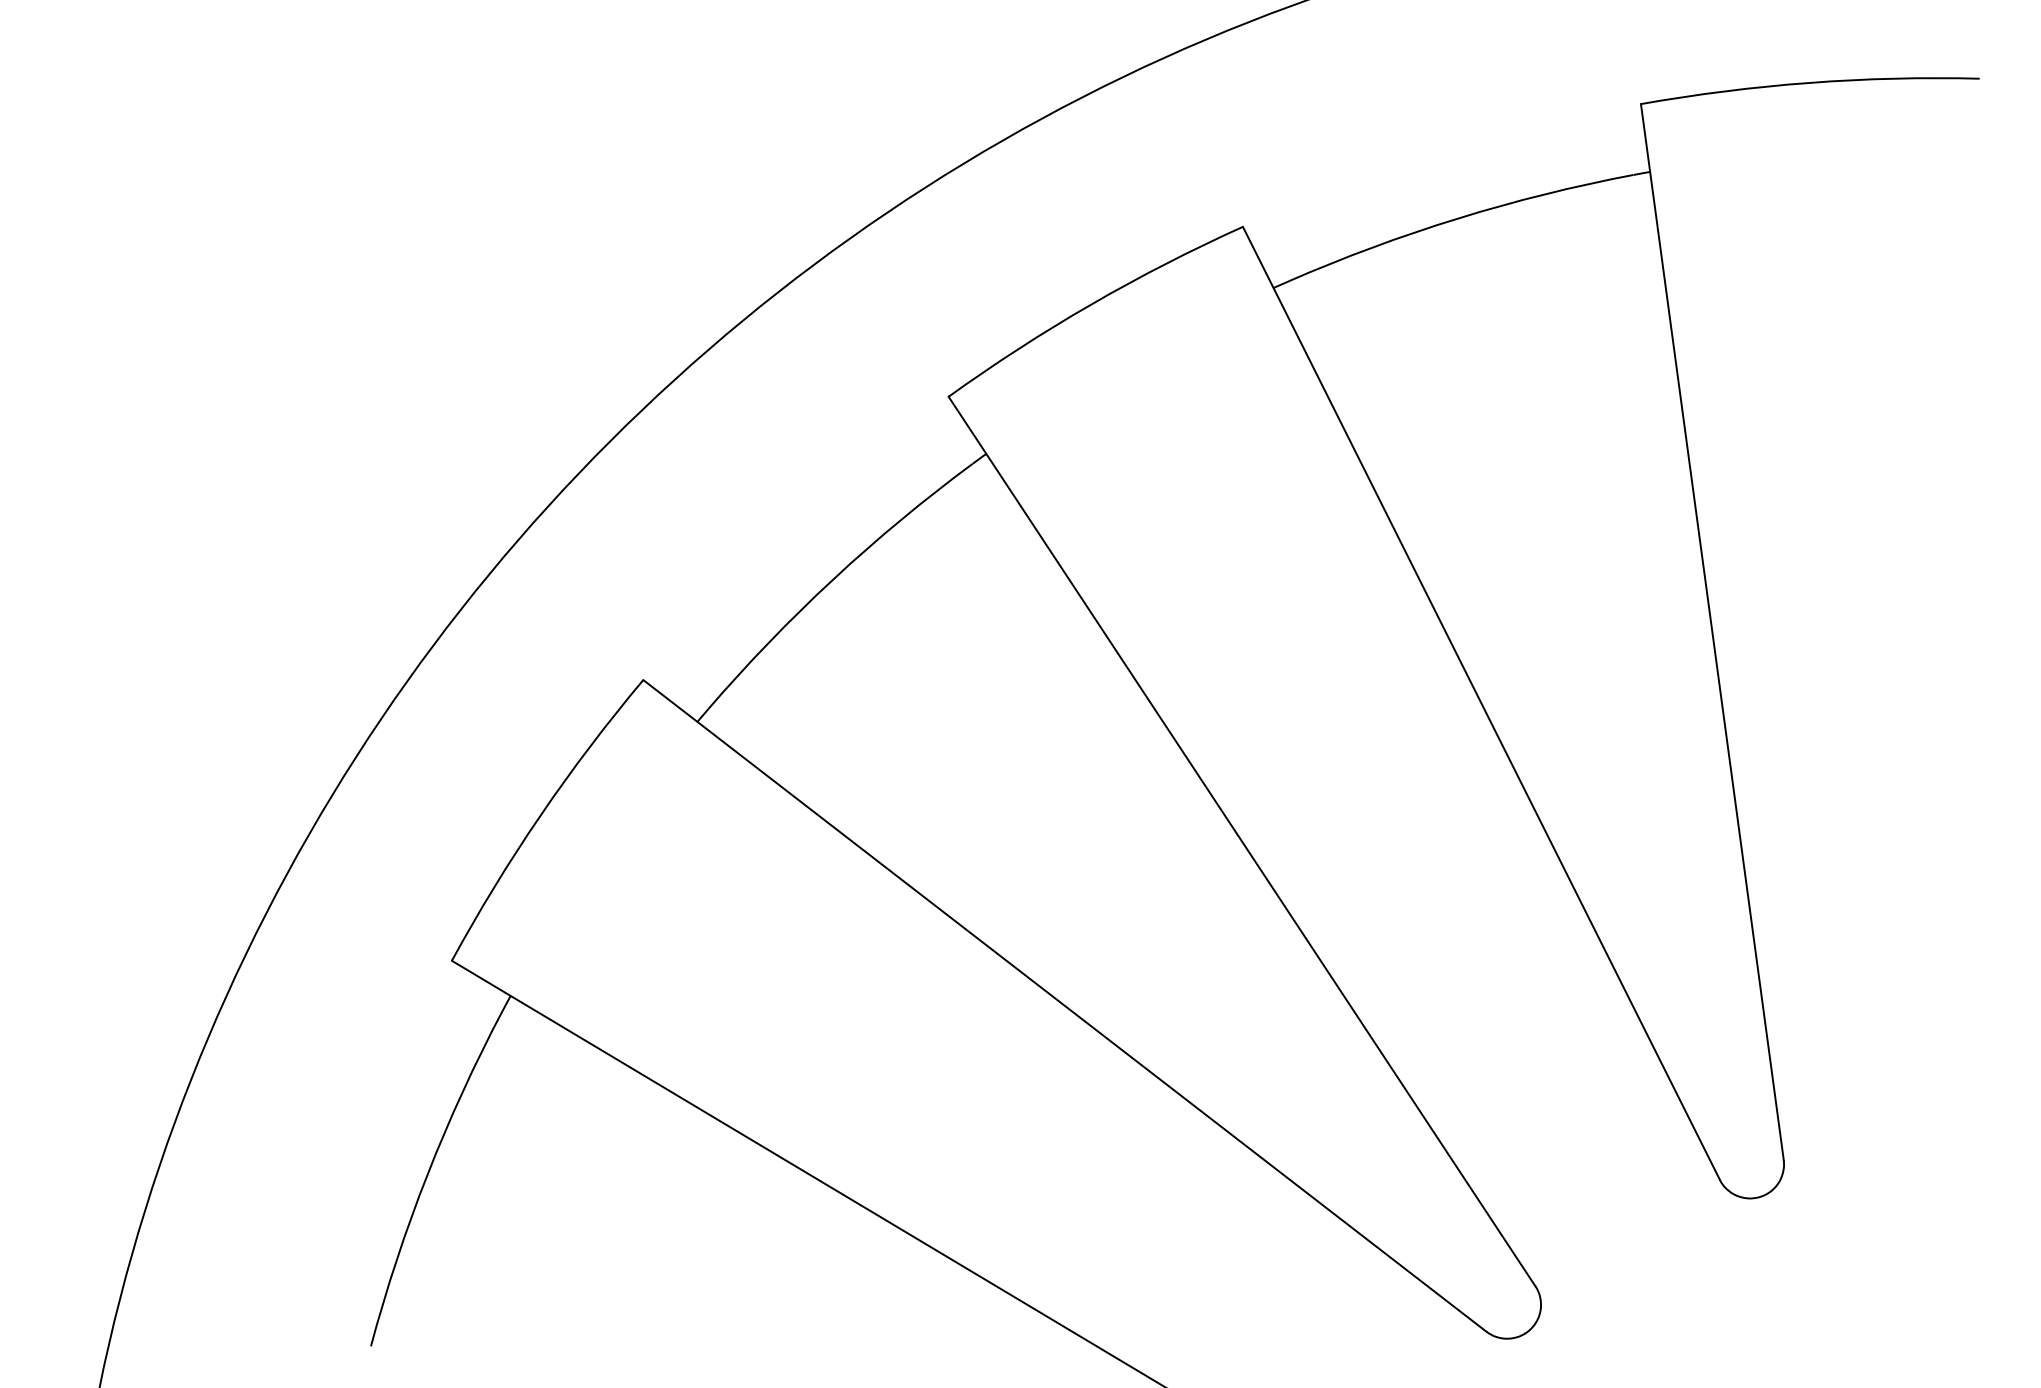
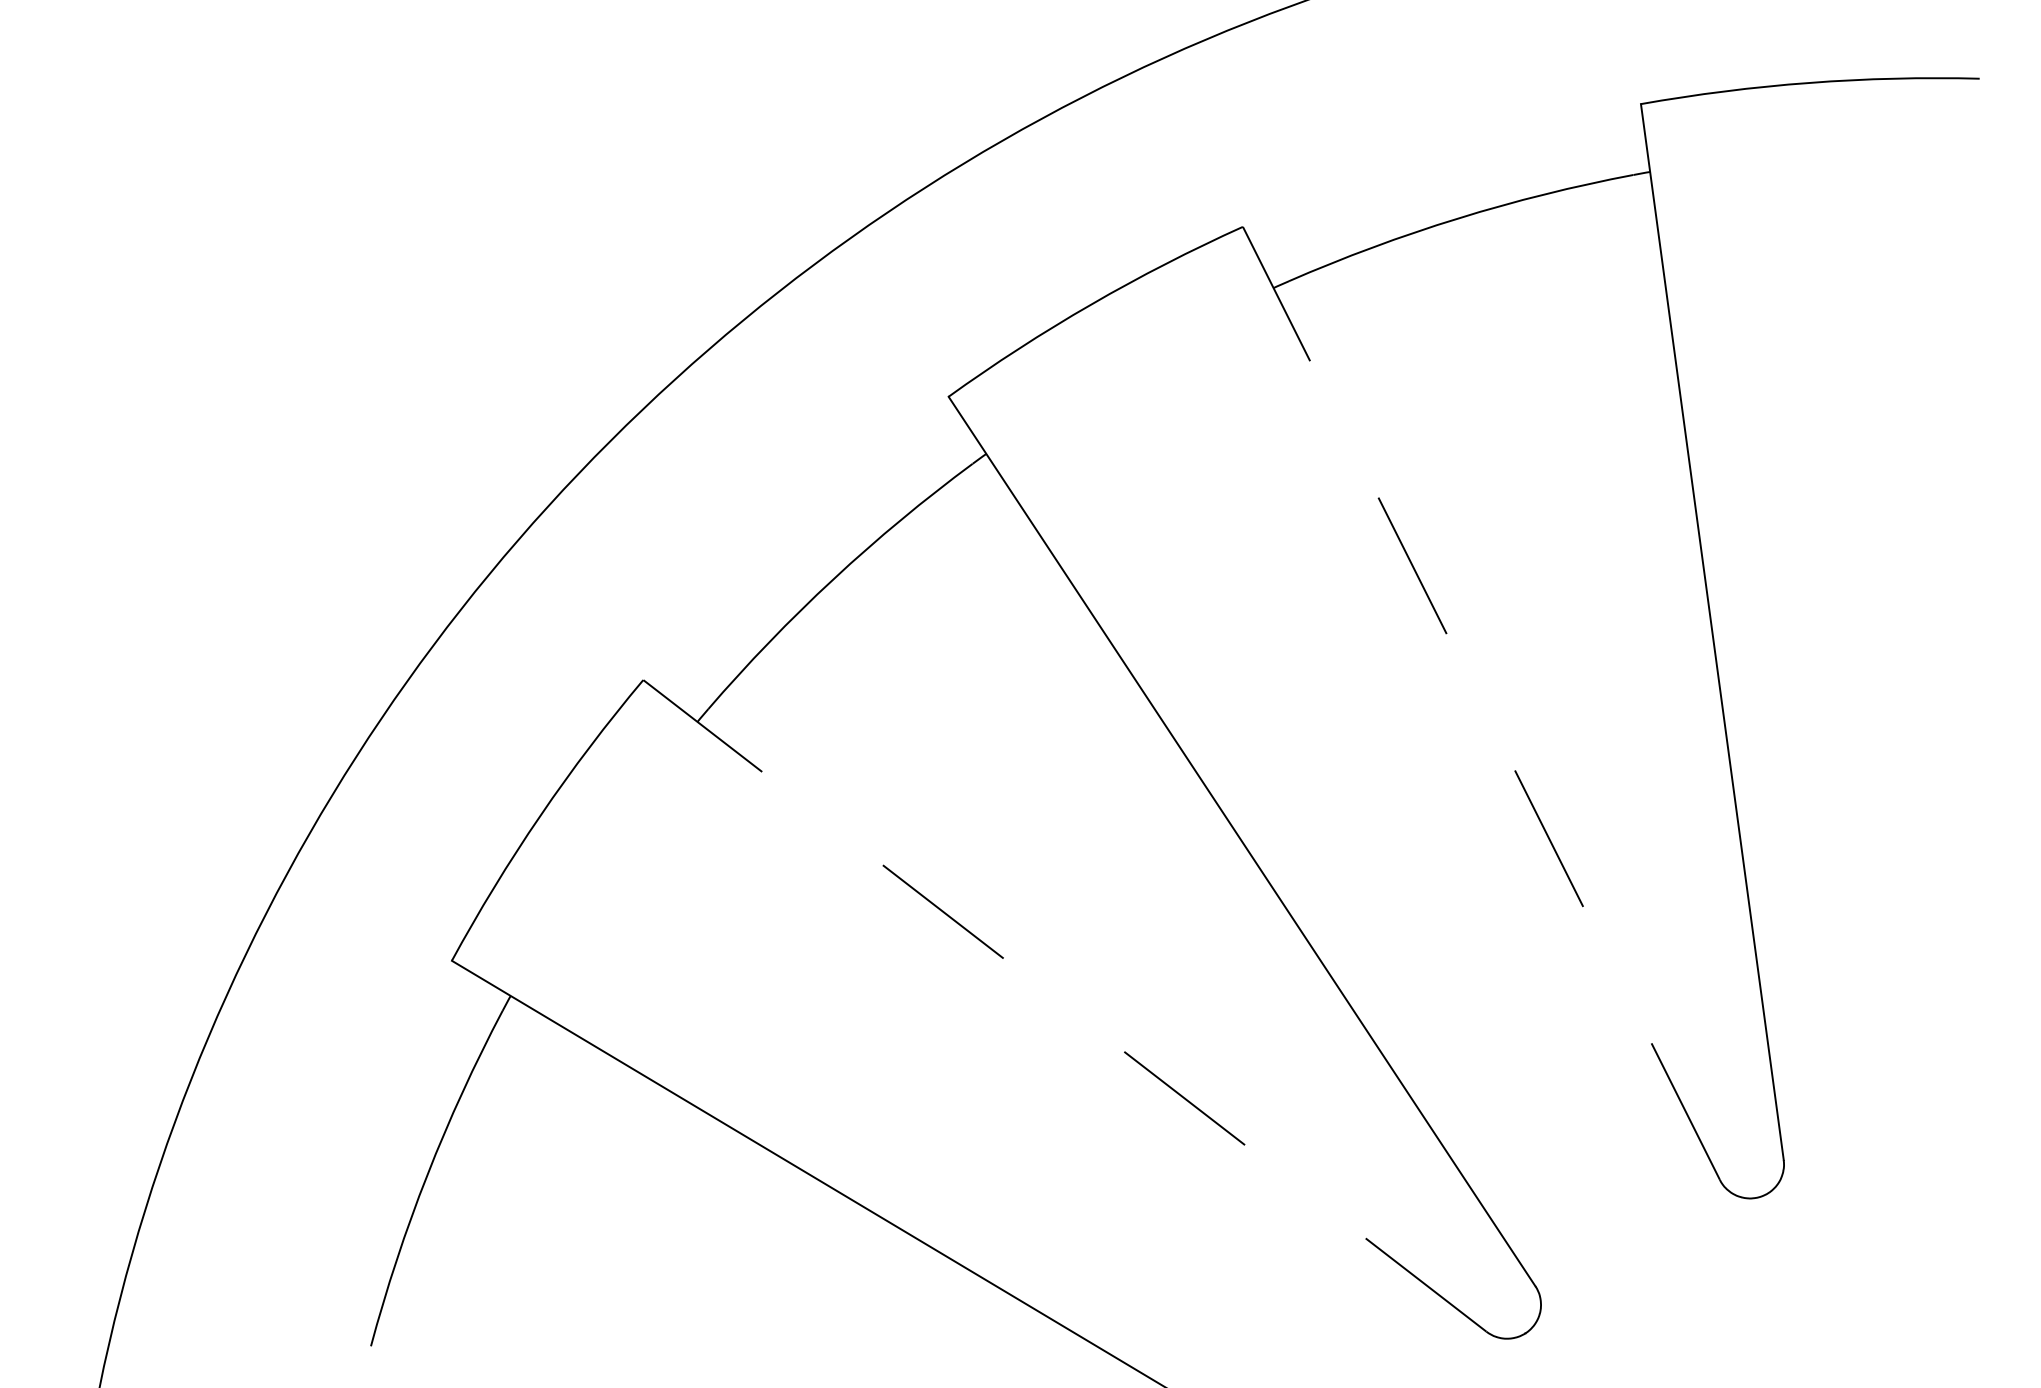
line at (1481, 703): solid -> dashed
line at (1064, 1005): solid -> dashed
